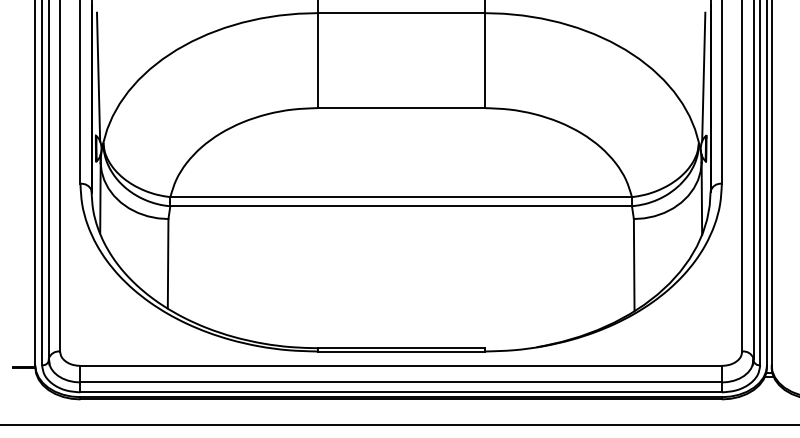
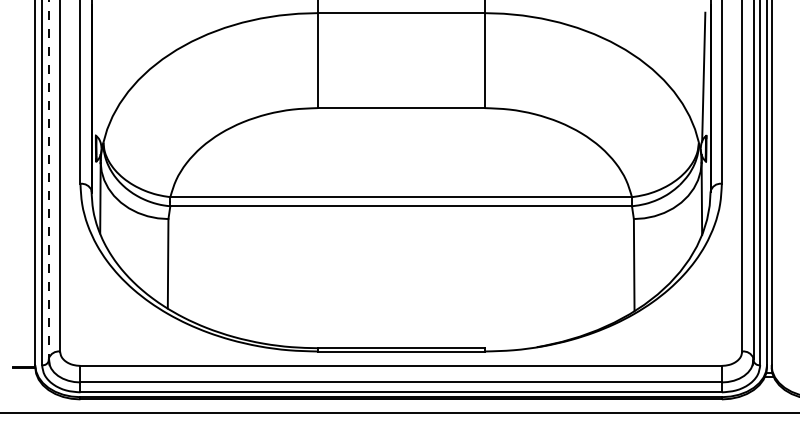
line at (98, 76): present -> none
line at (48, 180): solid -> dashed
line at (399, 424) position: (399, 424) -> (399, 412)
